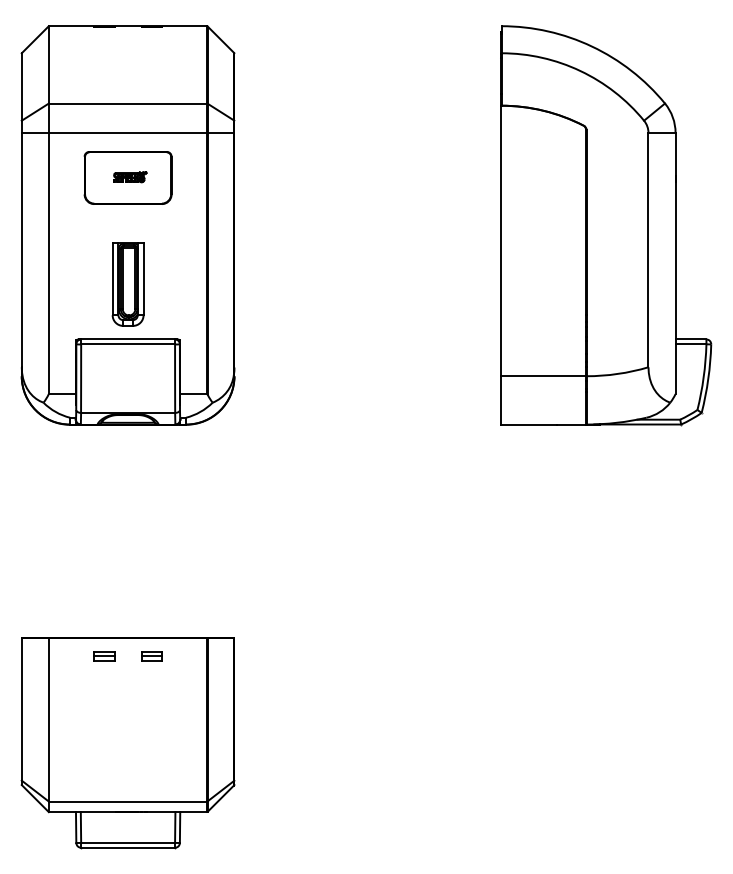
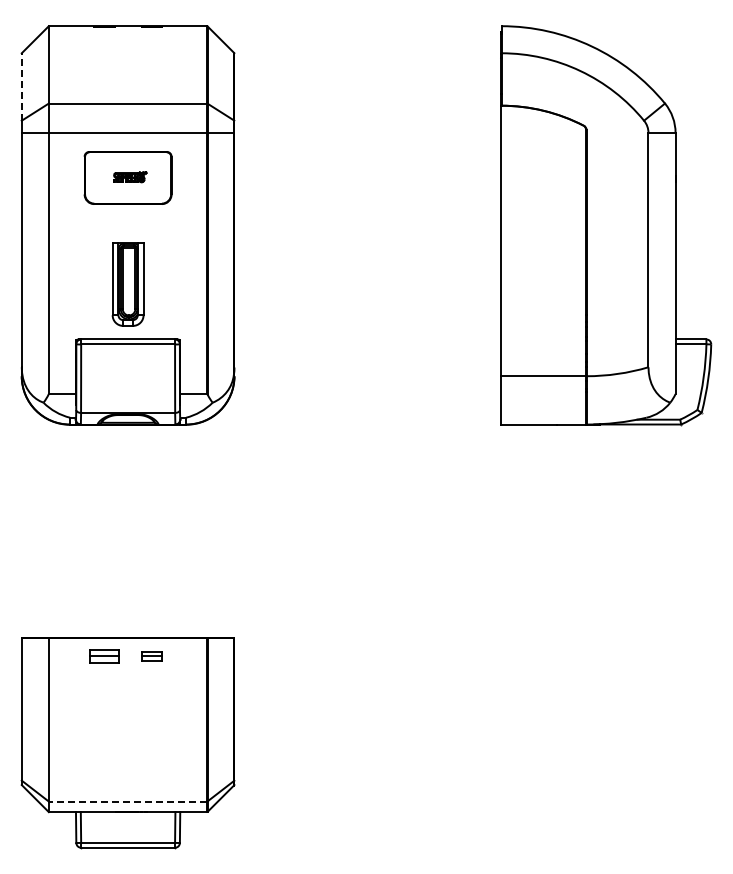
line at (21, 87): solid -> dashed
part at (104, 656) size: 23x11 px -> 31x15 px
line at (127, 801): solid -> dashed
